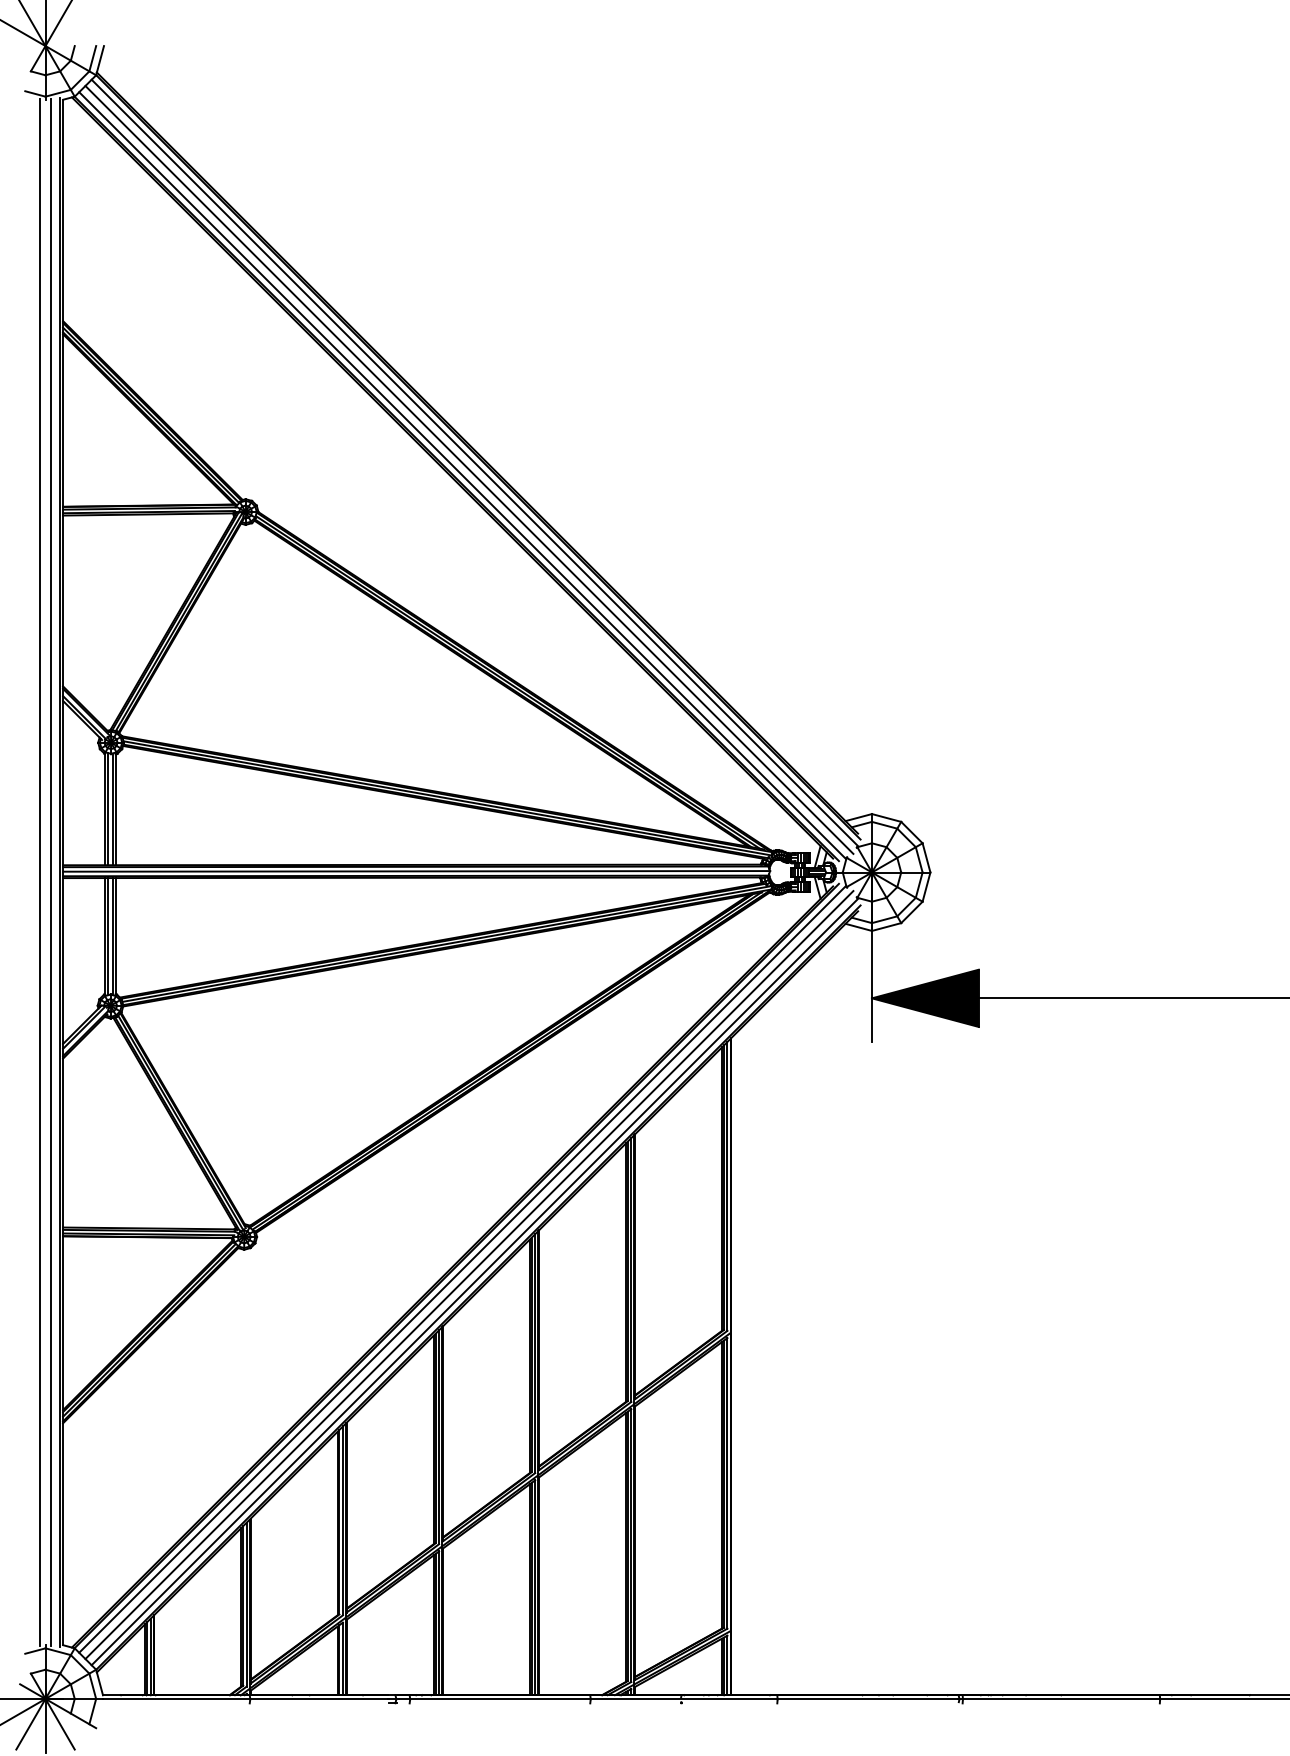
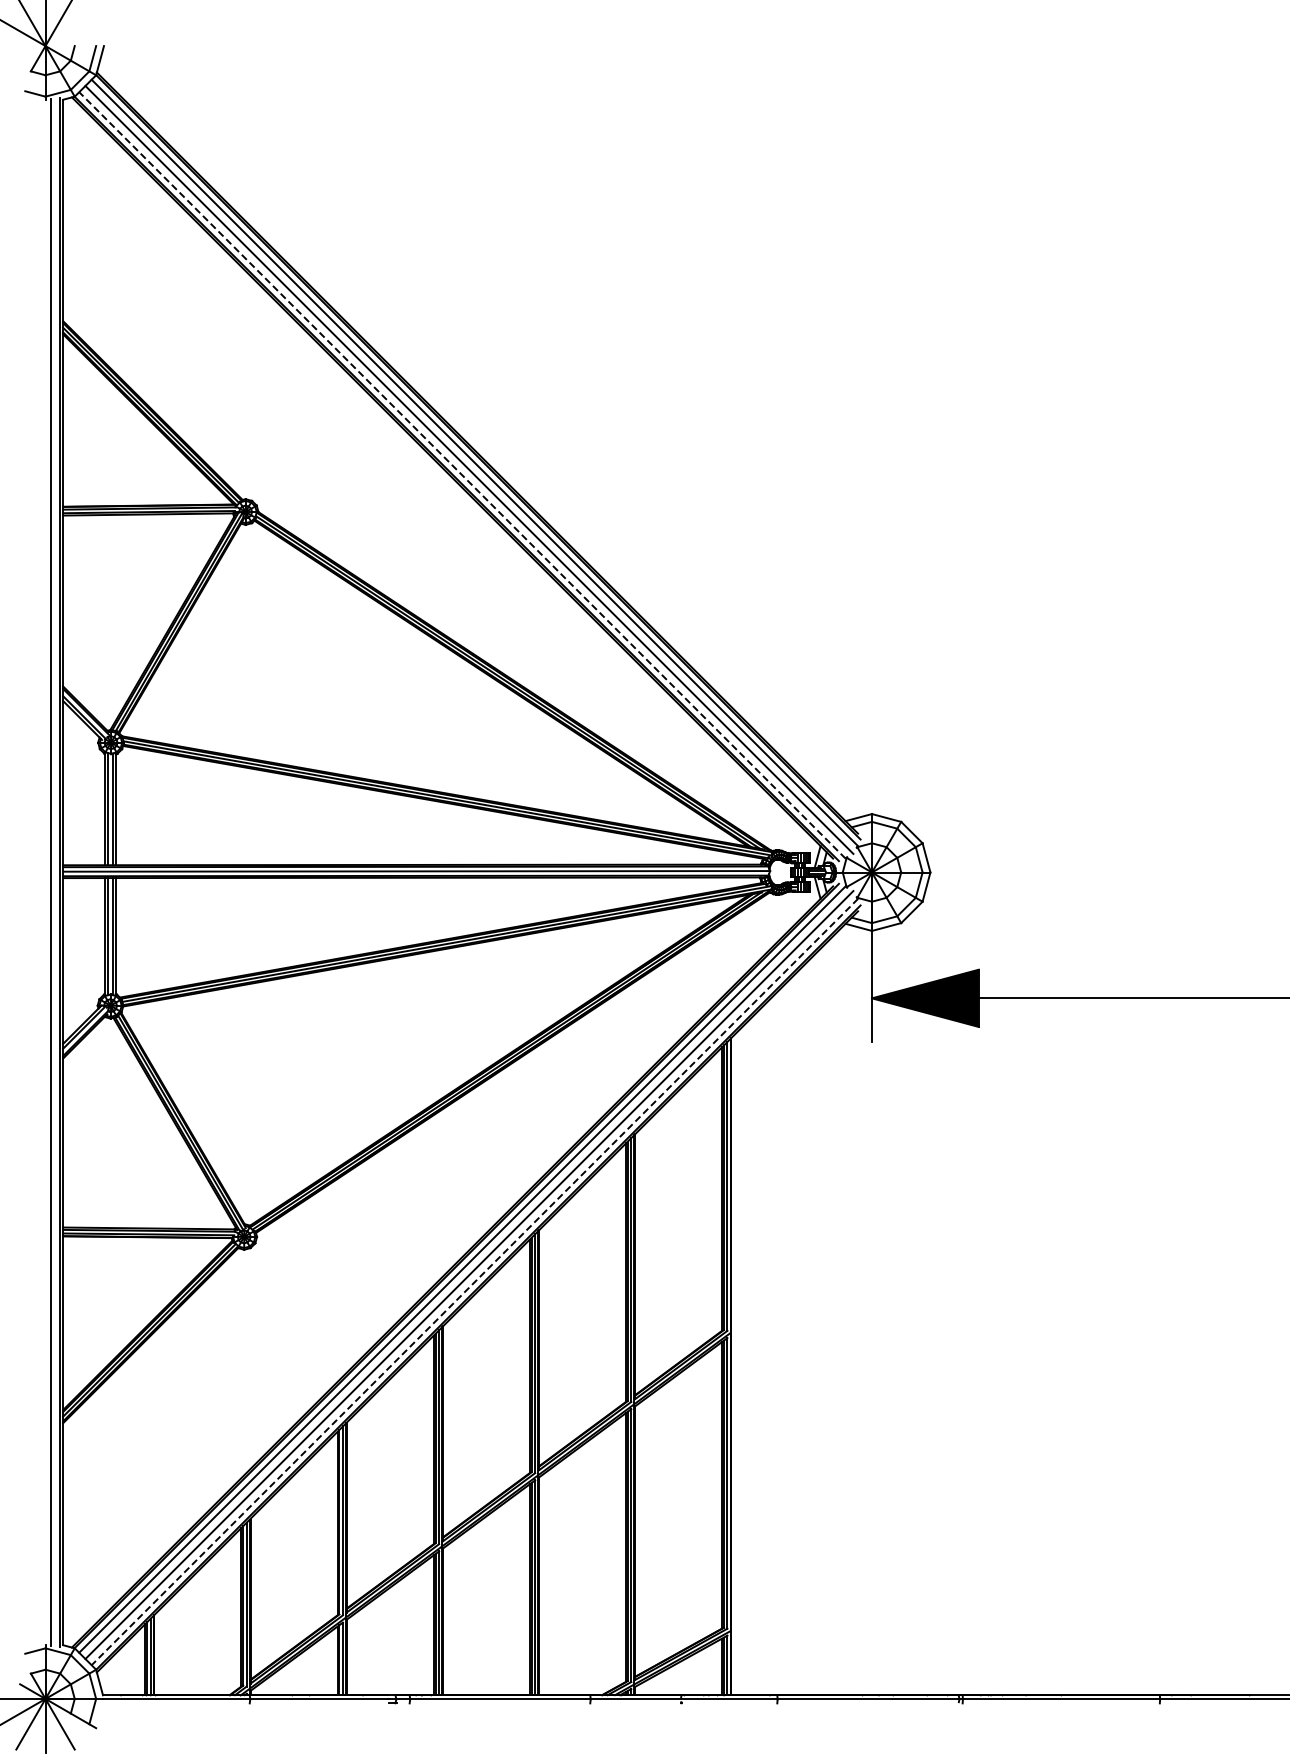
line at (462, 475): solid -> dashed
line at (40, 872): present -> none
line at (474, 1282): solid -> dashed
